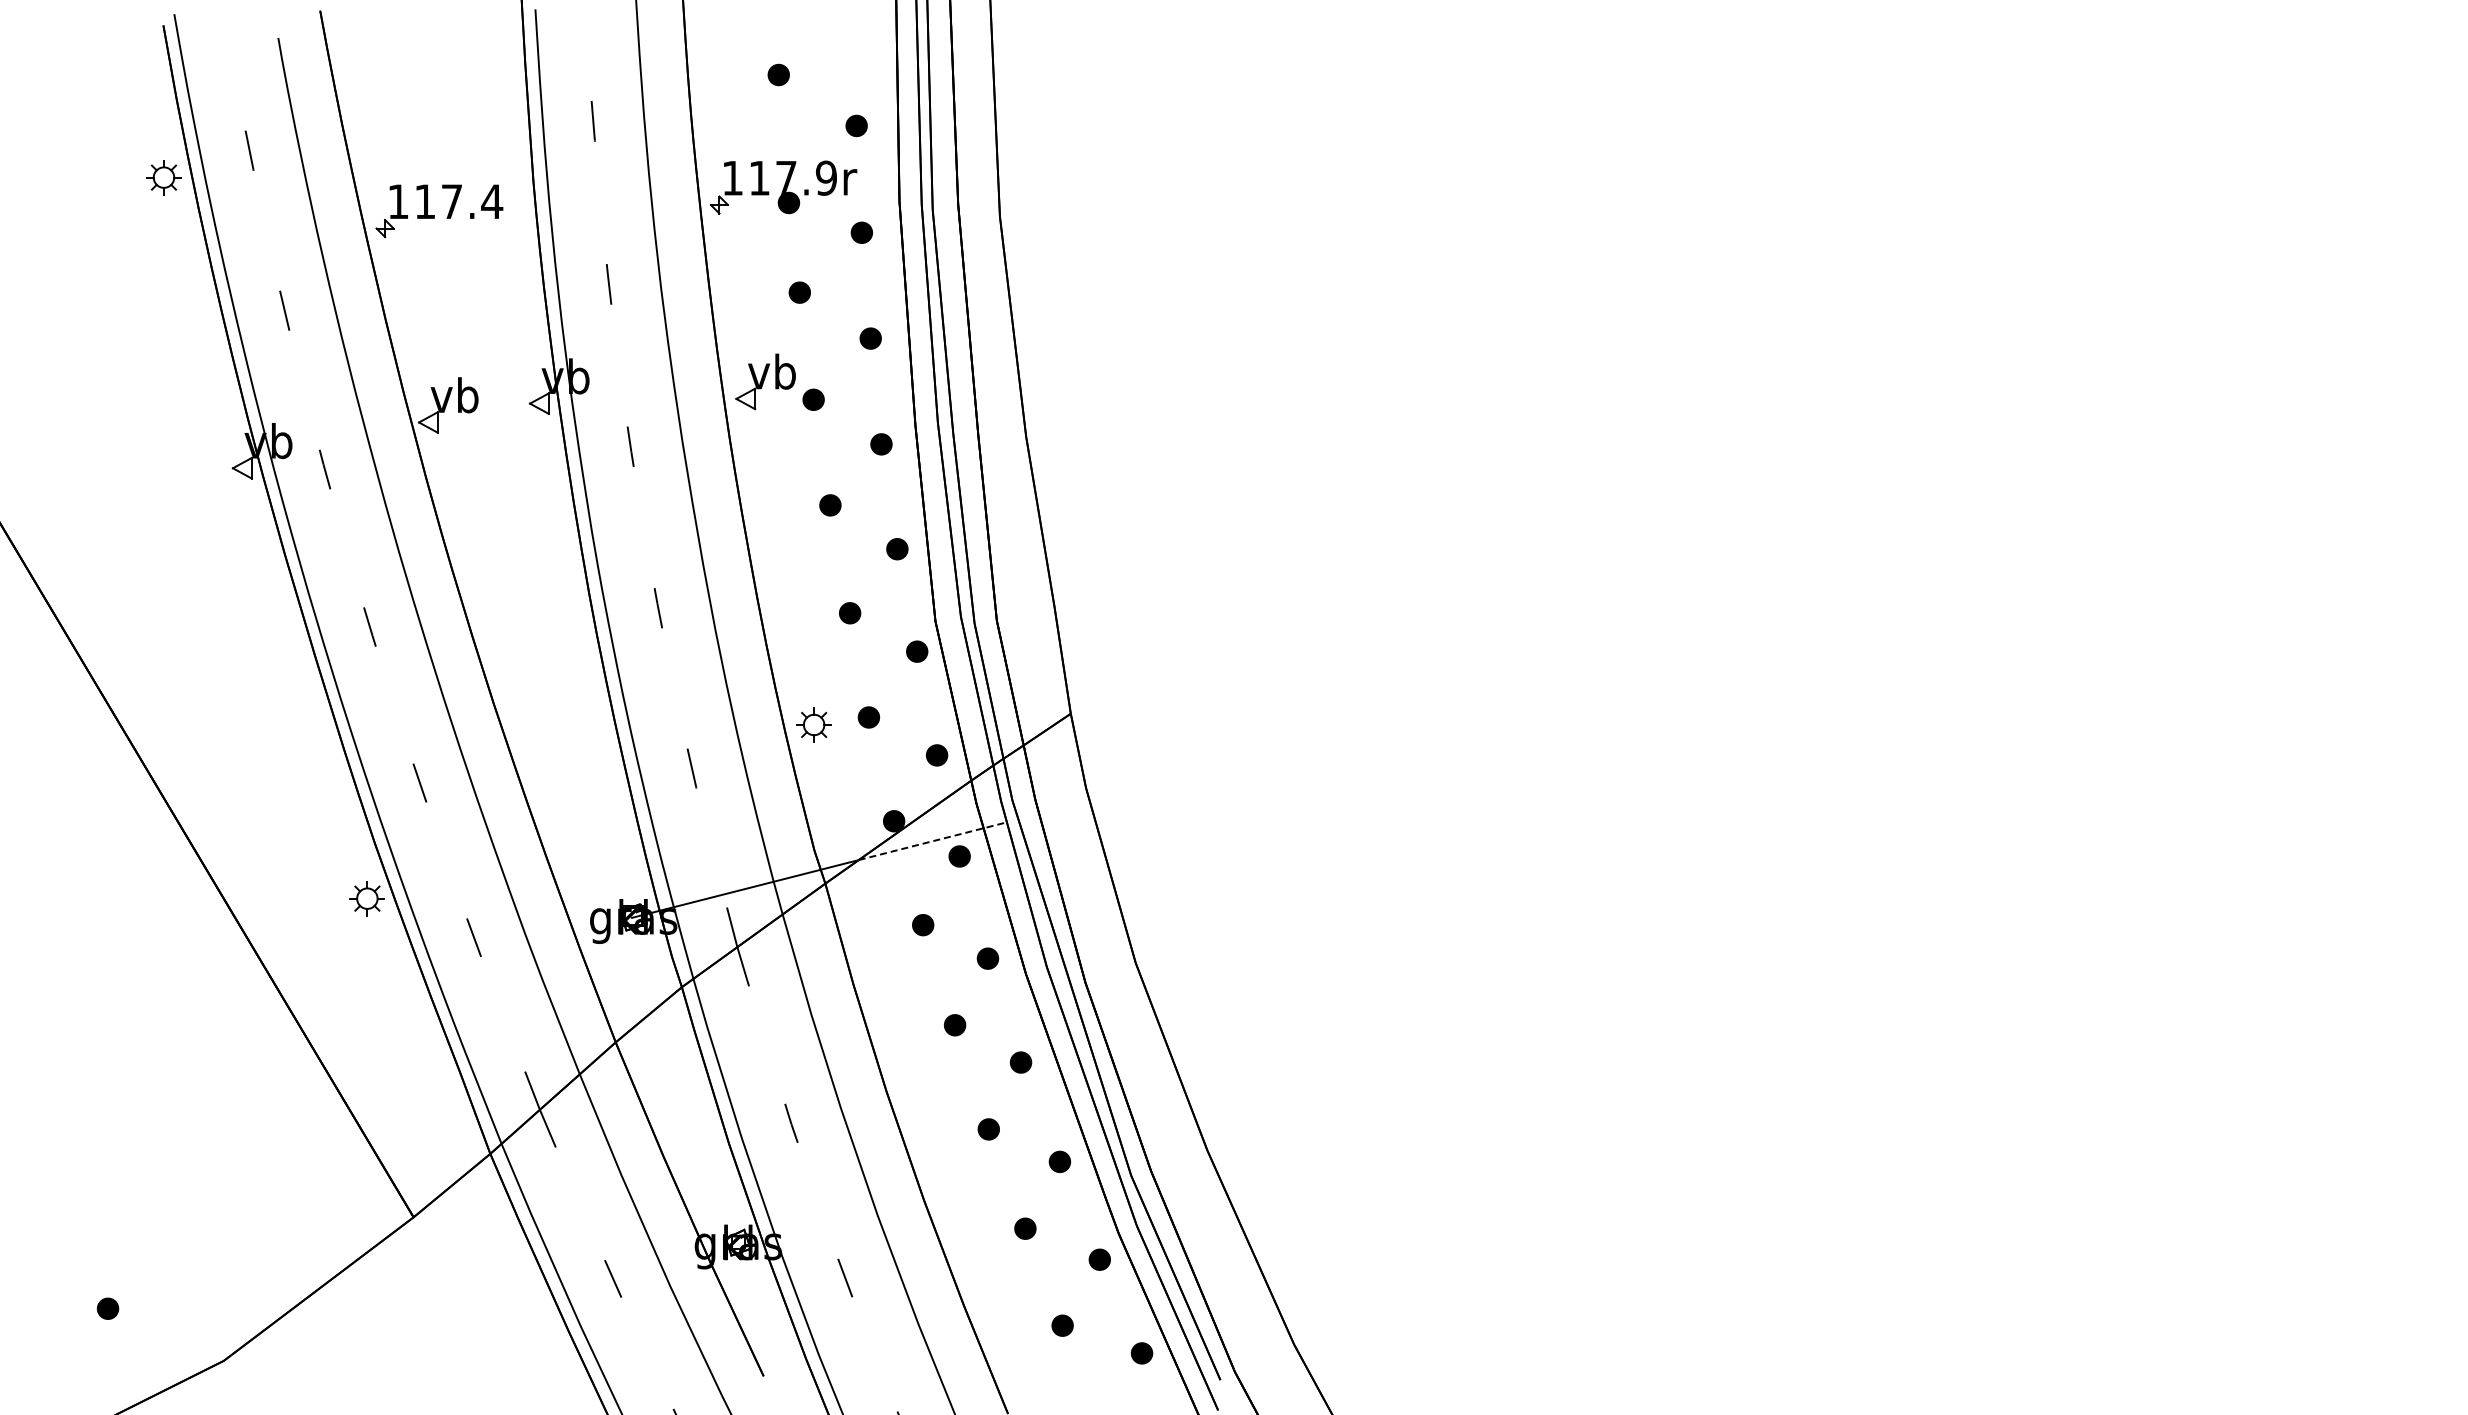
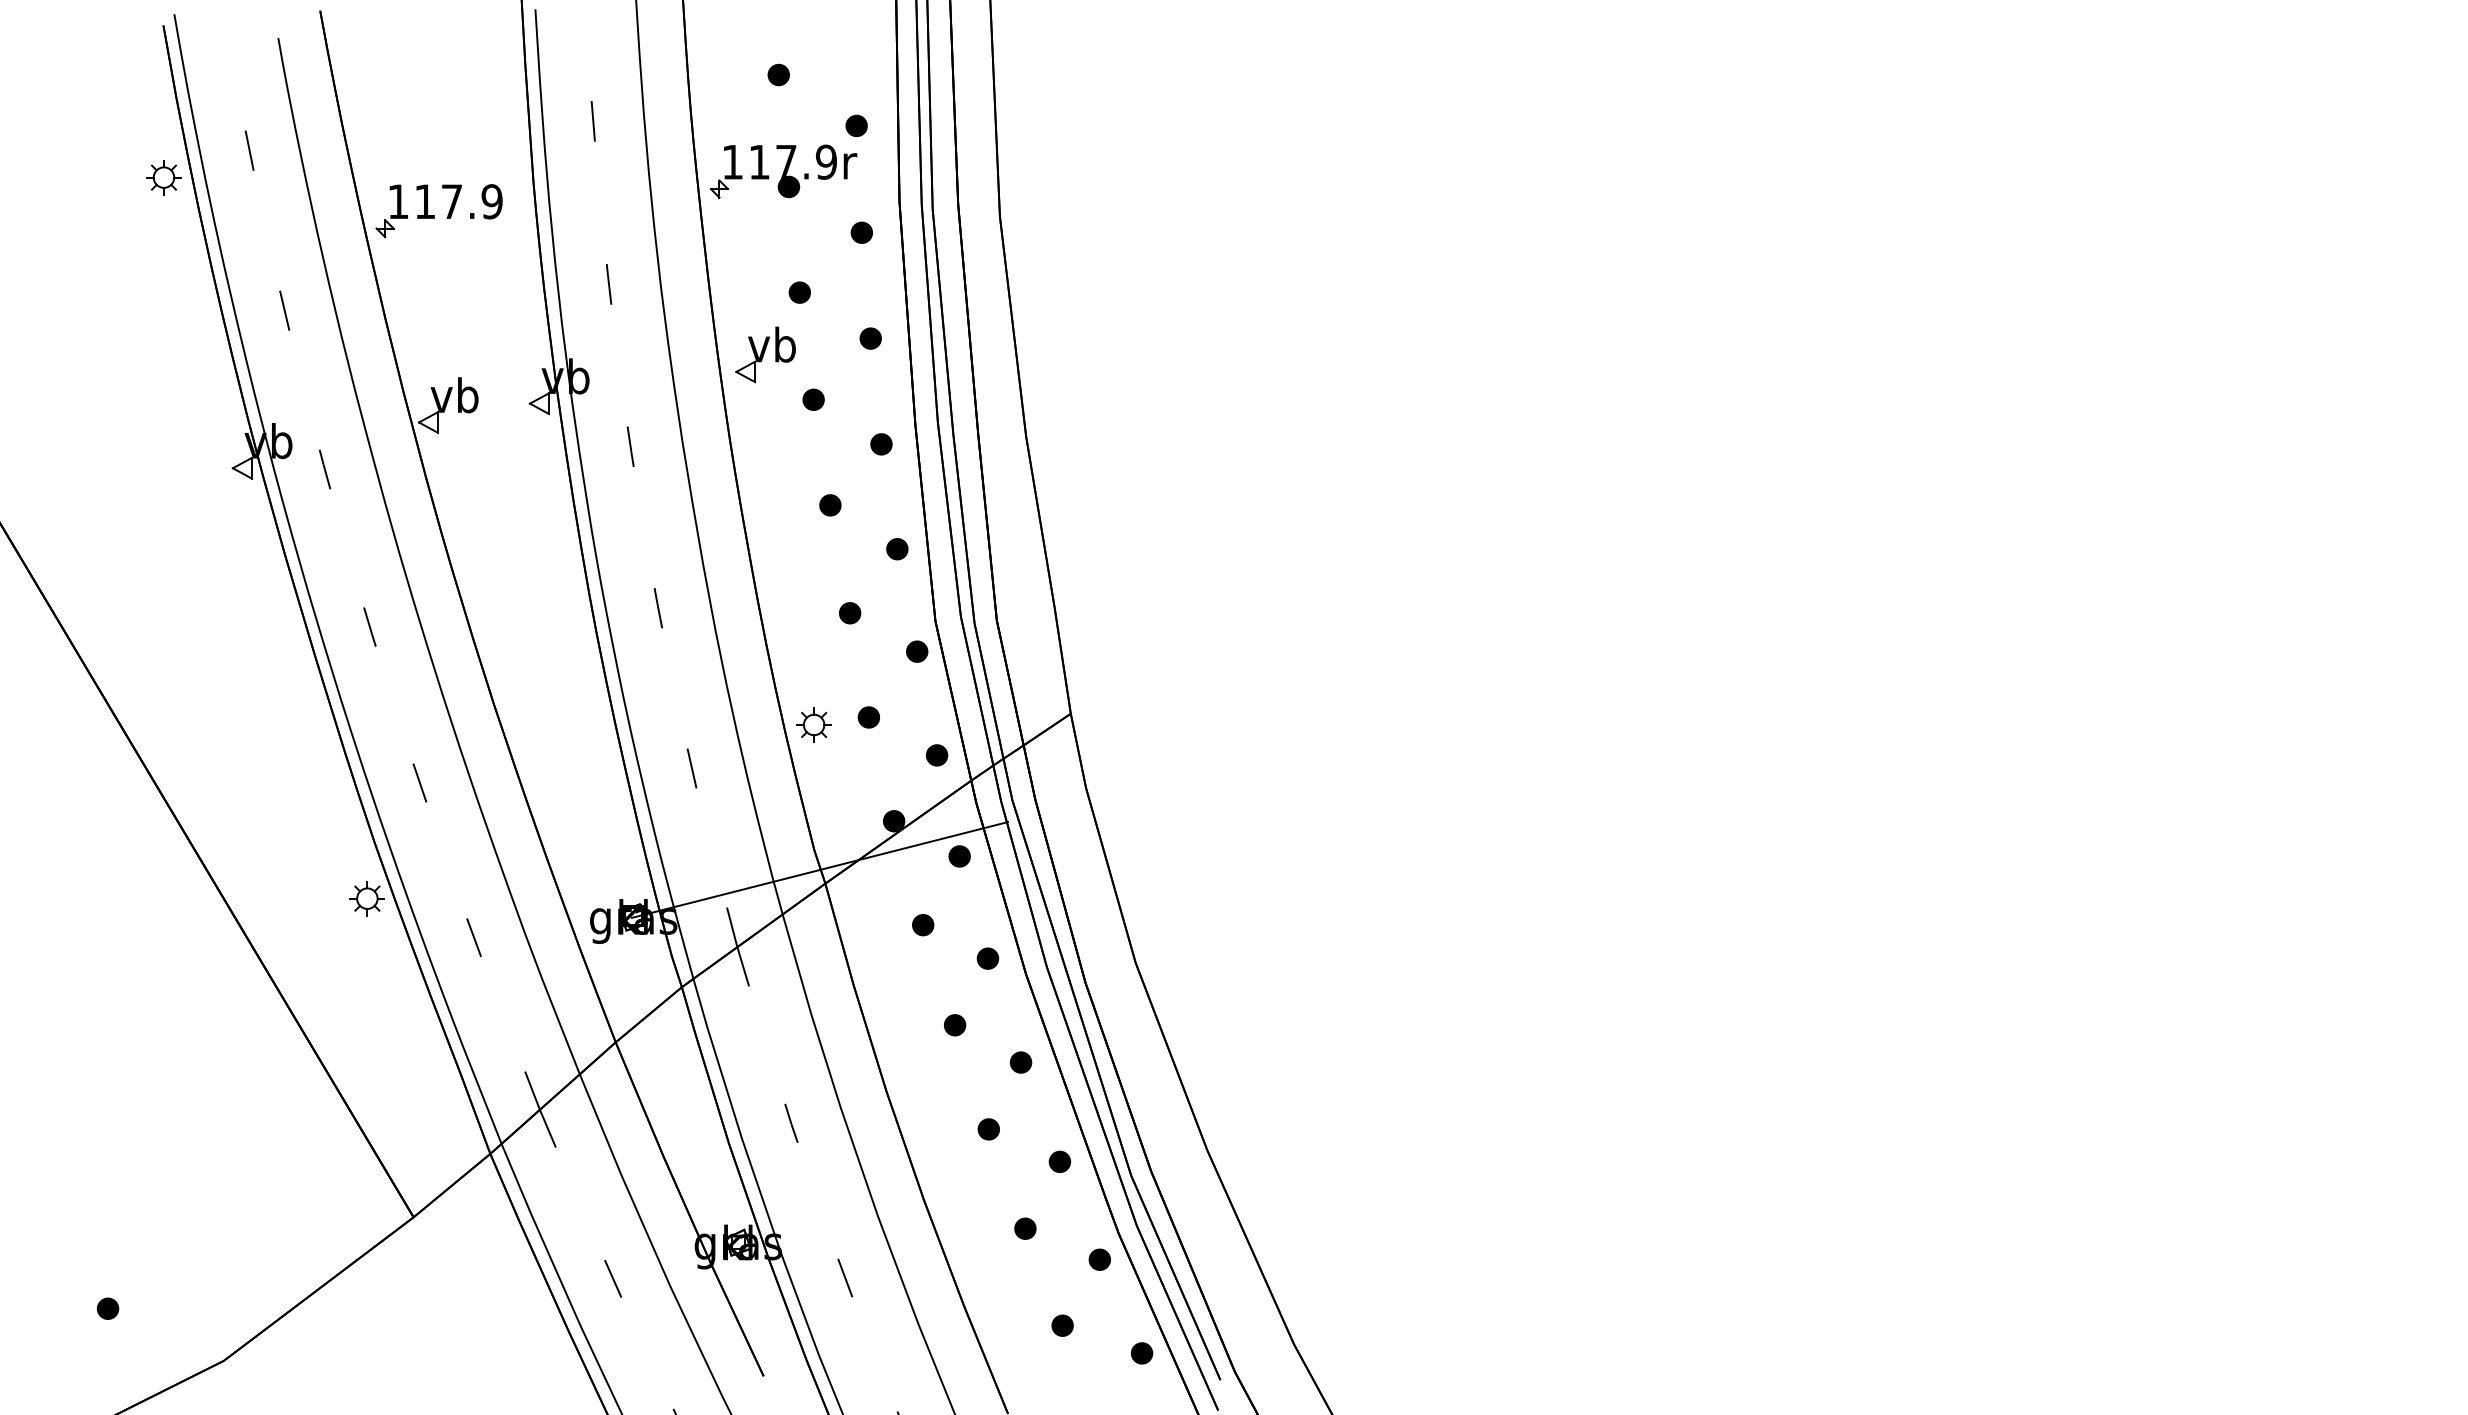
part at (783, 187) position: (783, 187) -> (783, 171)
text at (492, 201): 117.4 -> 117.9
part at (765, 381) position: (765, 381) -> (765, 354)
line at (933, 841): dashed -> solid
